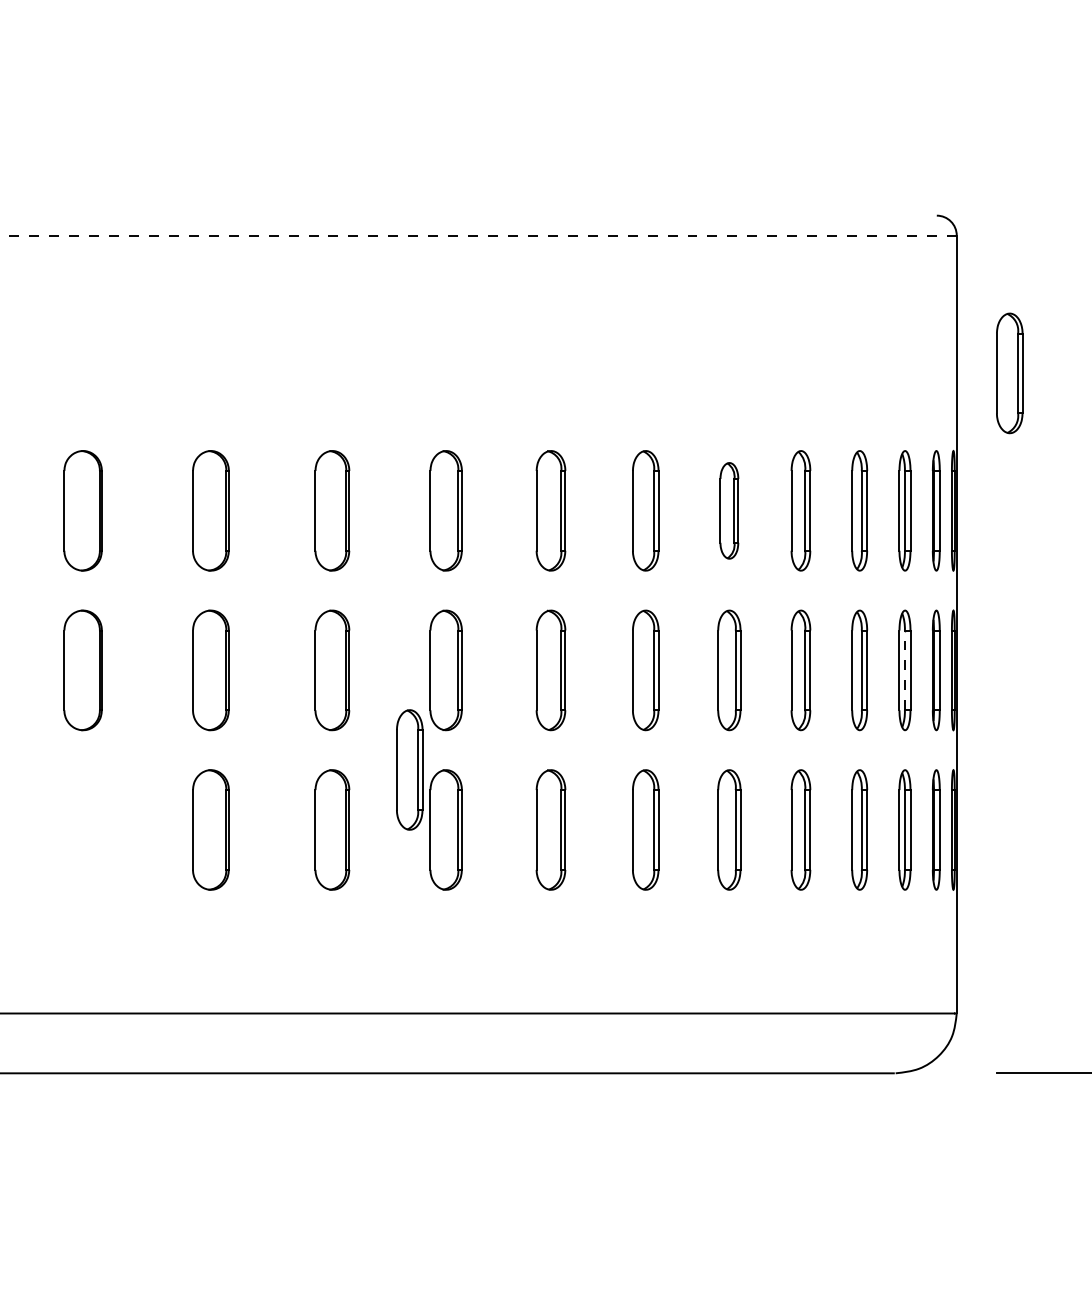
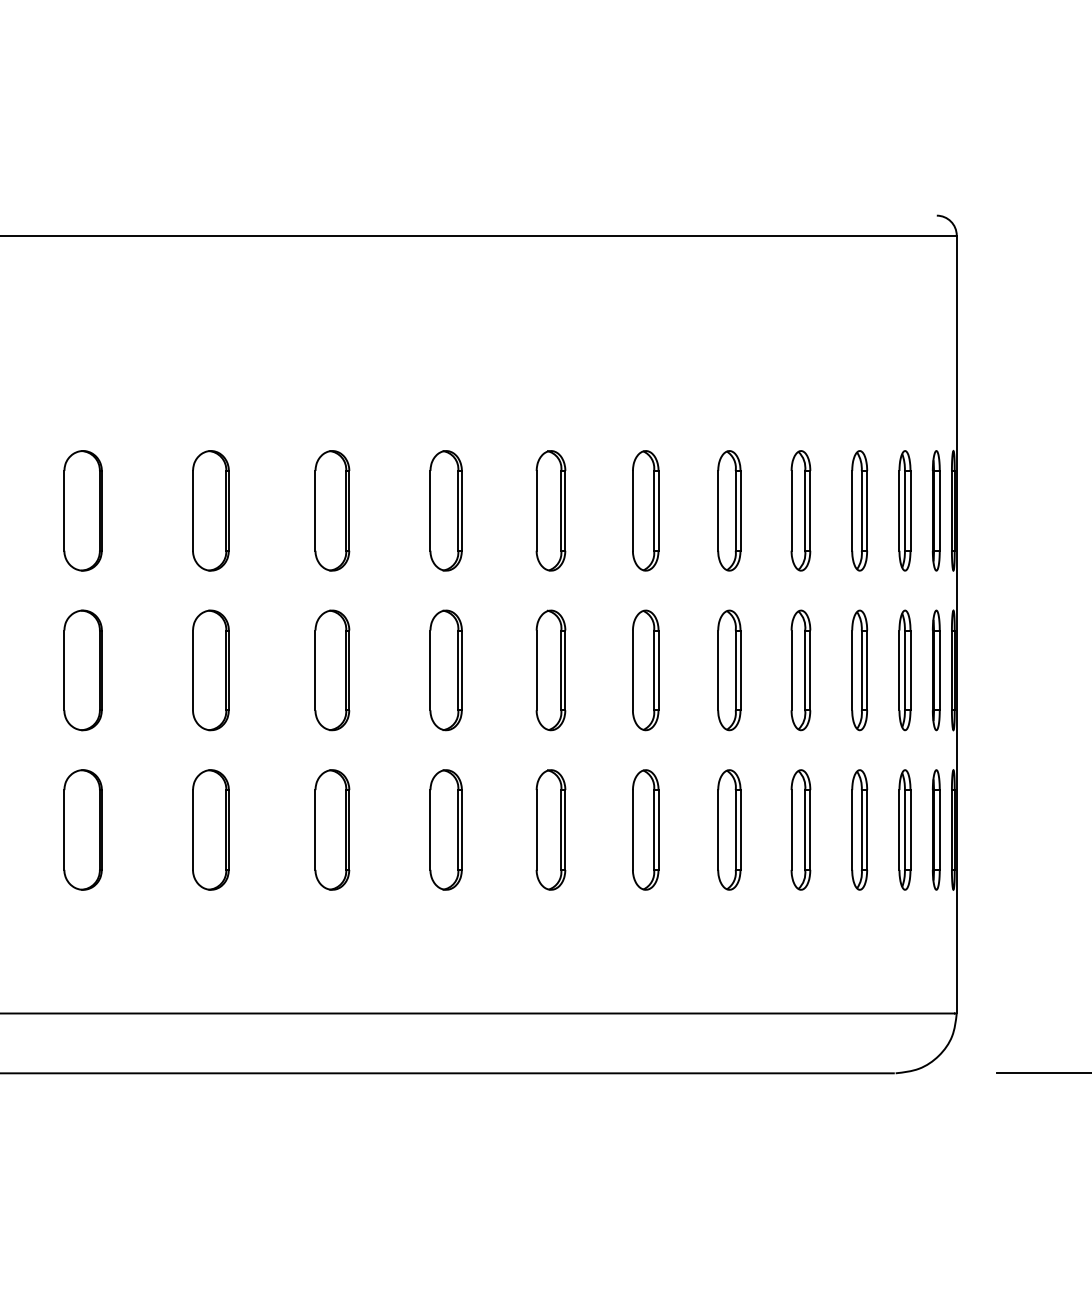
line at (477, 235): dashed -> solid
part at (1009, 373): present -> none
part at (729, 510) size: 21x98 px -> 25x122 px
line at (904, 670): dashed -> solid
part at (409, 769): present -> none
part at (82, 829): none -> present
